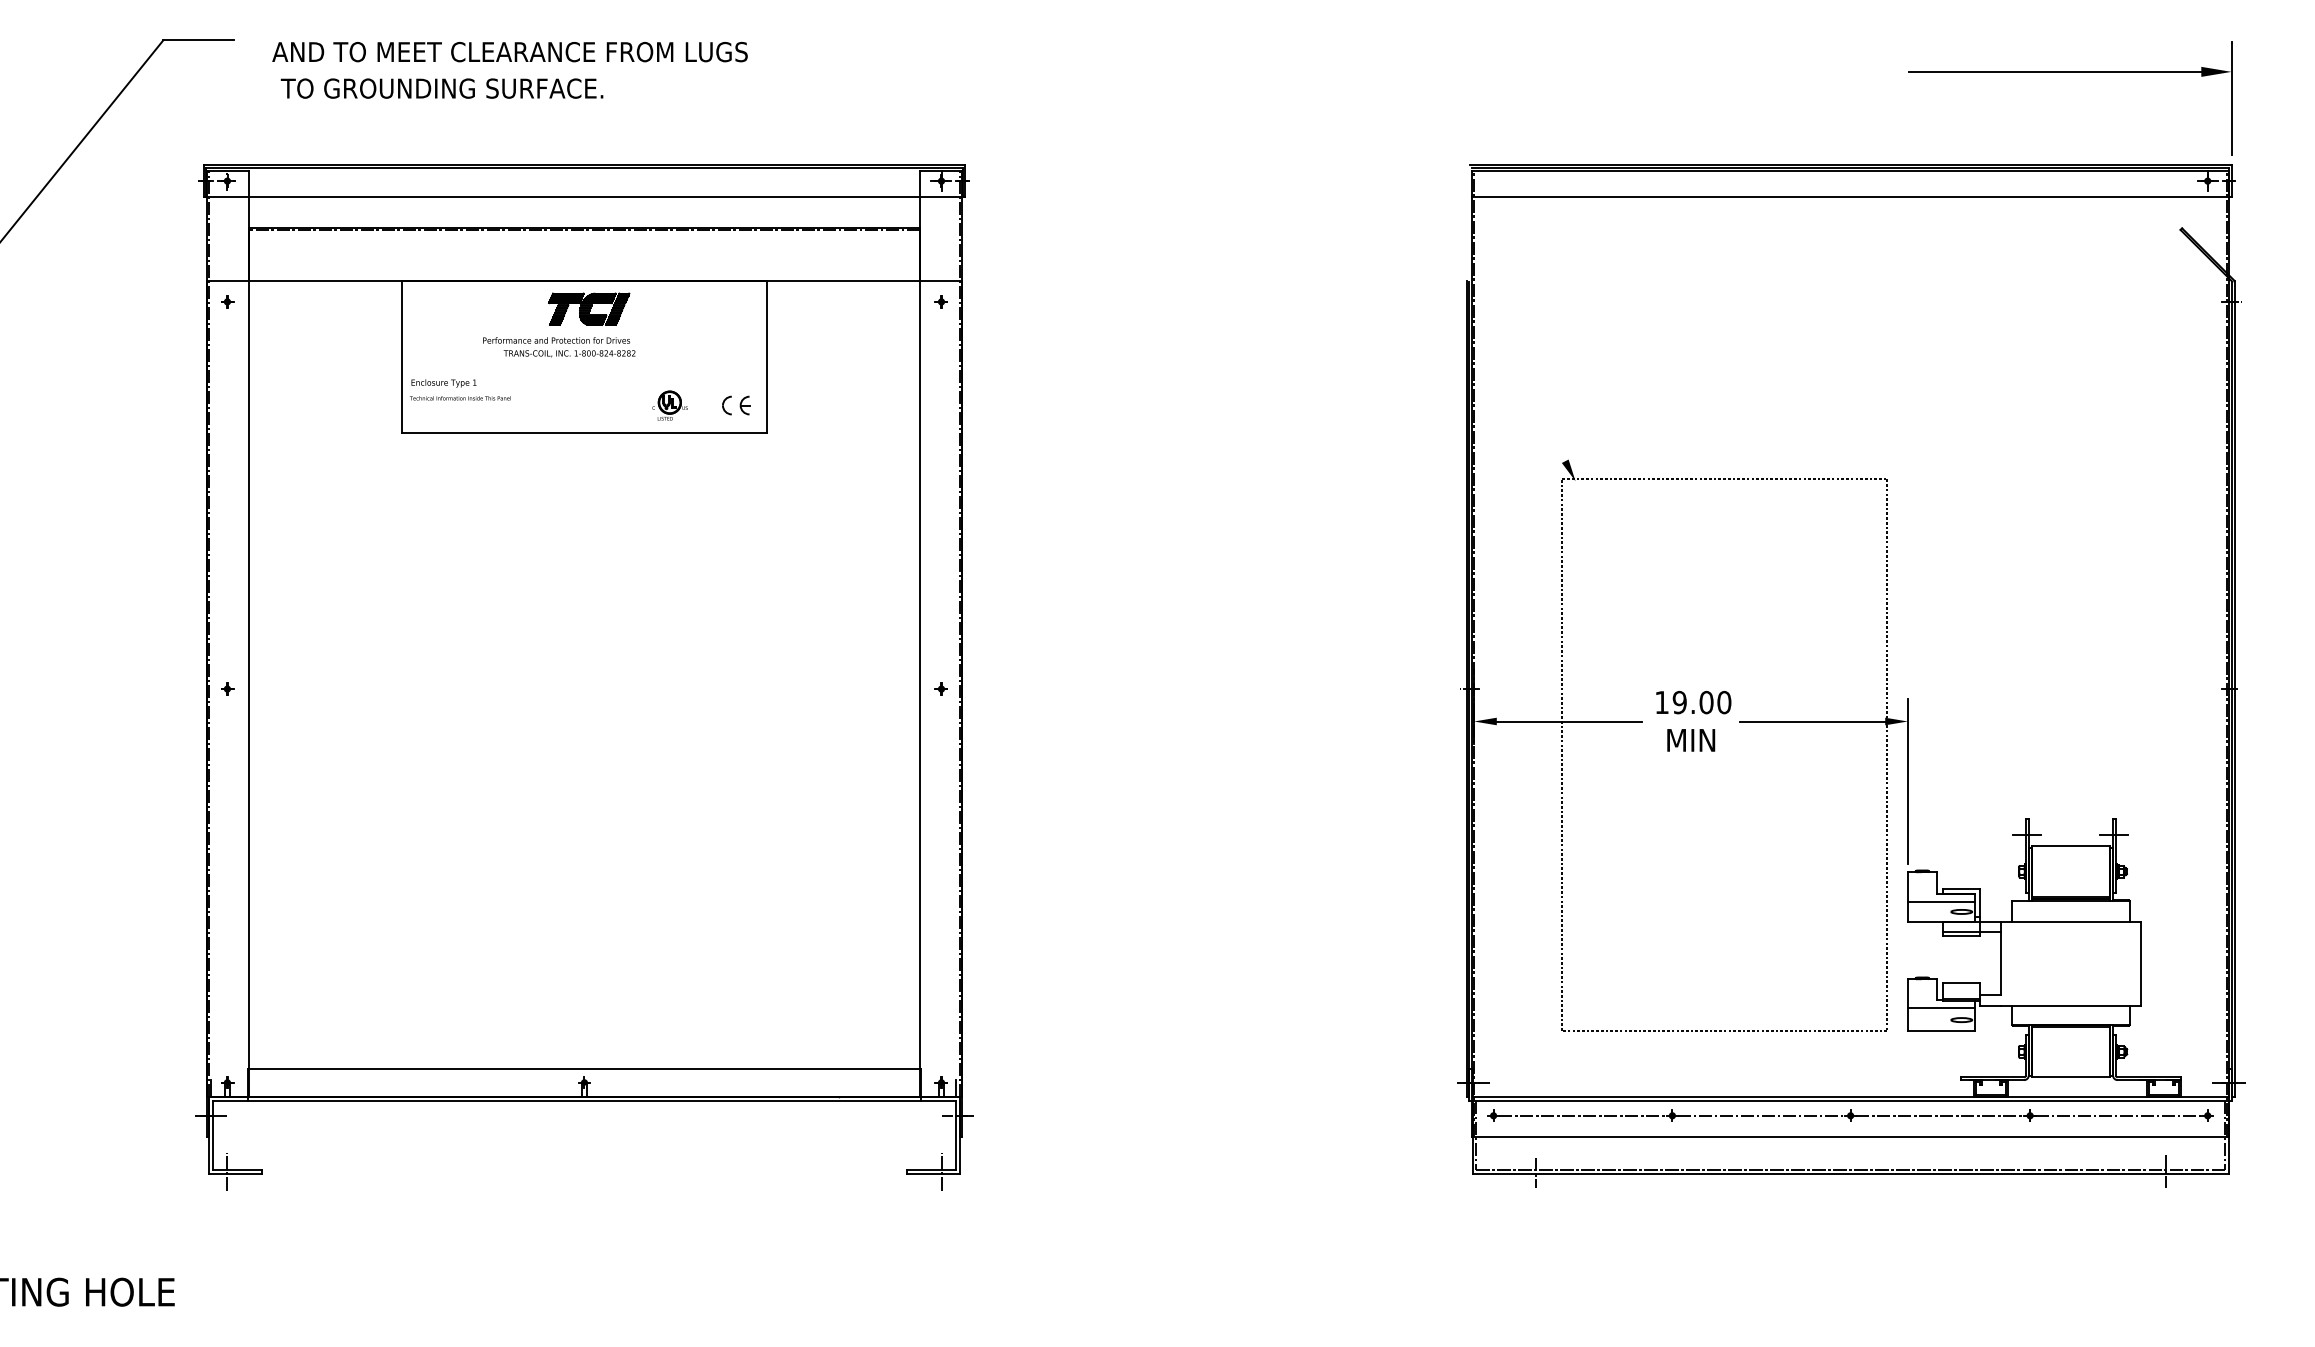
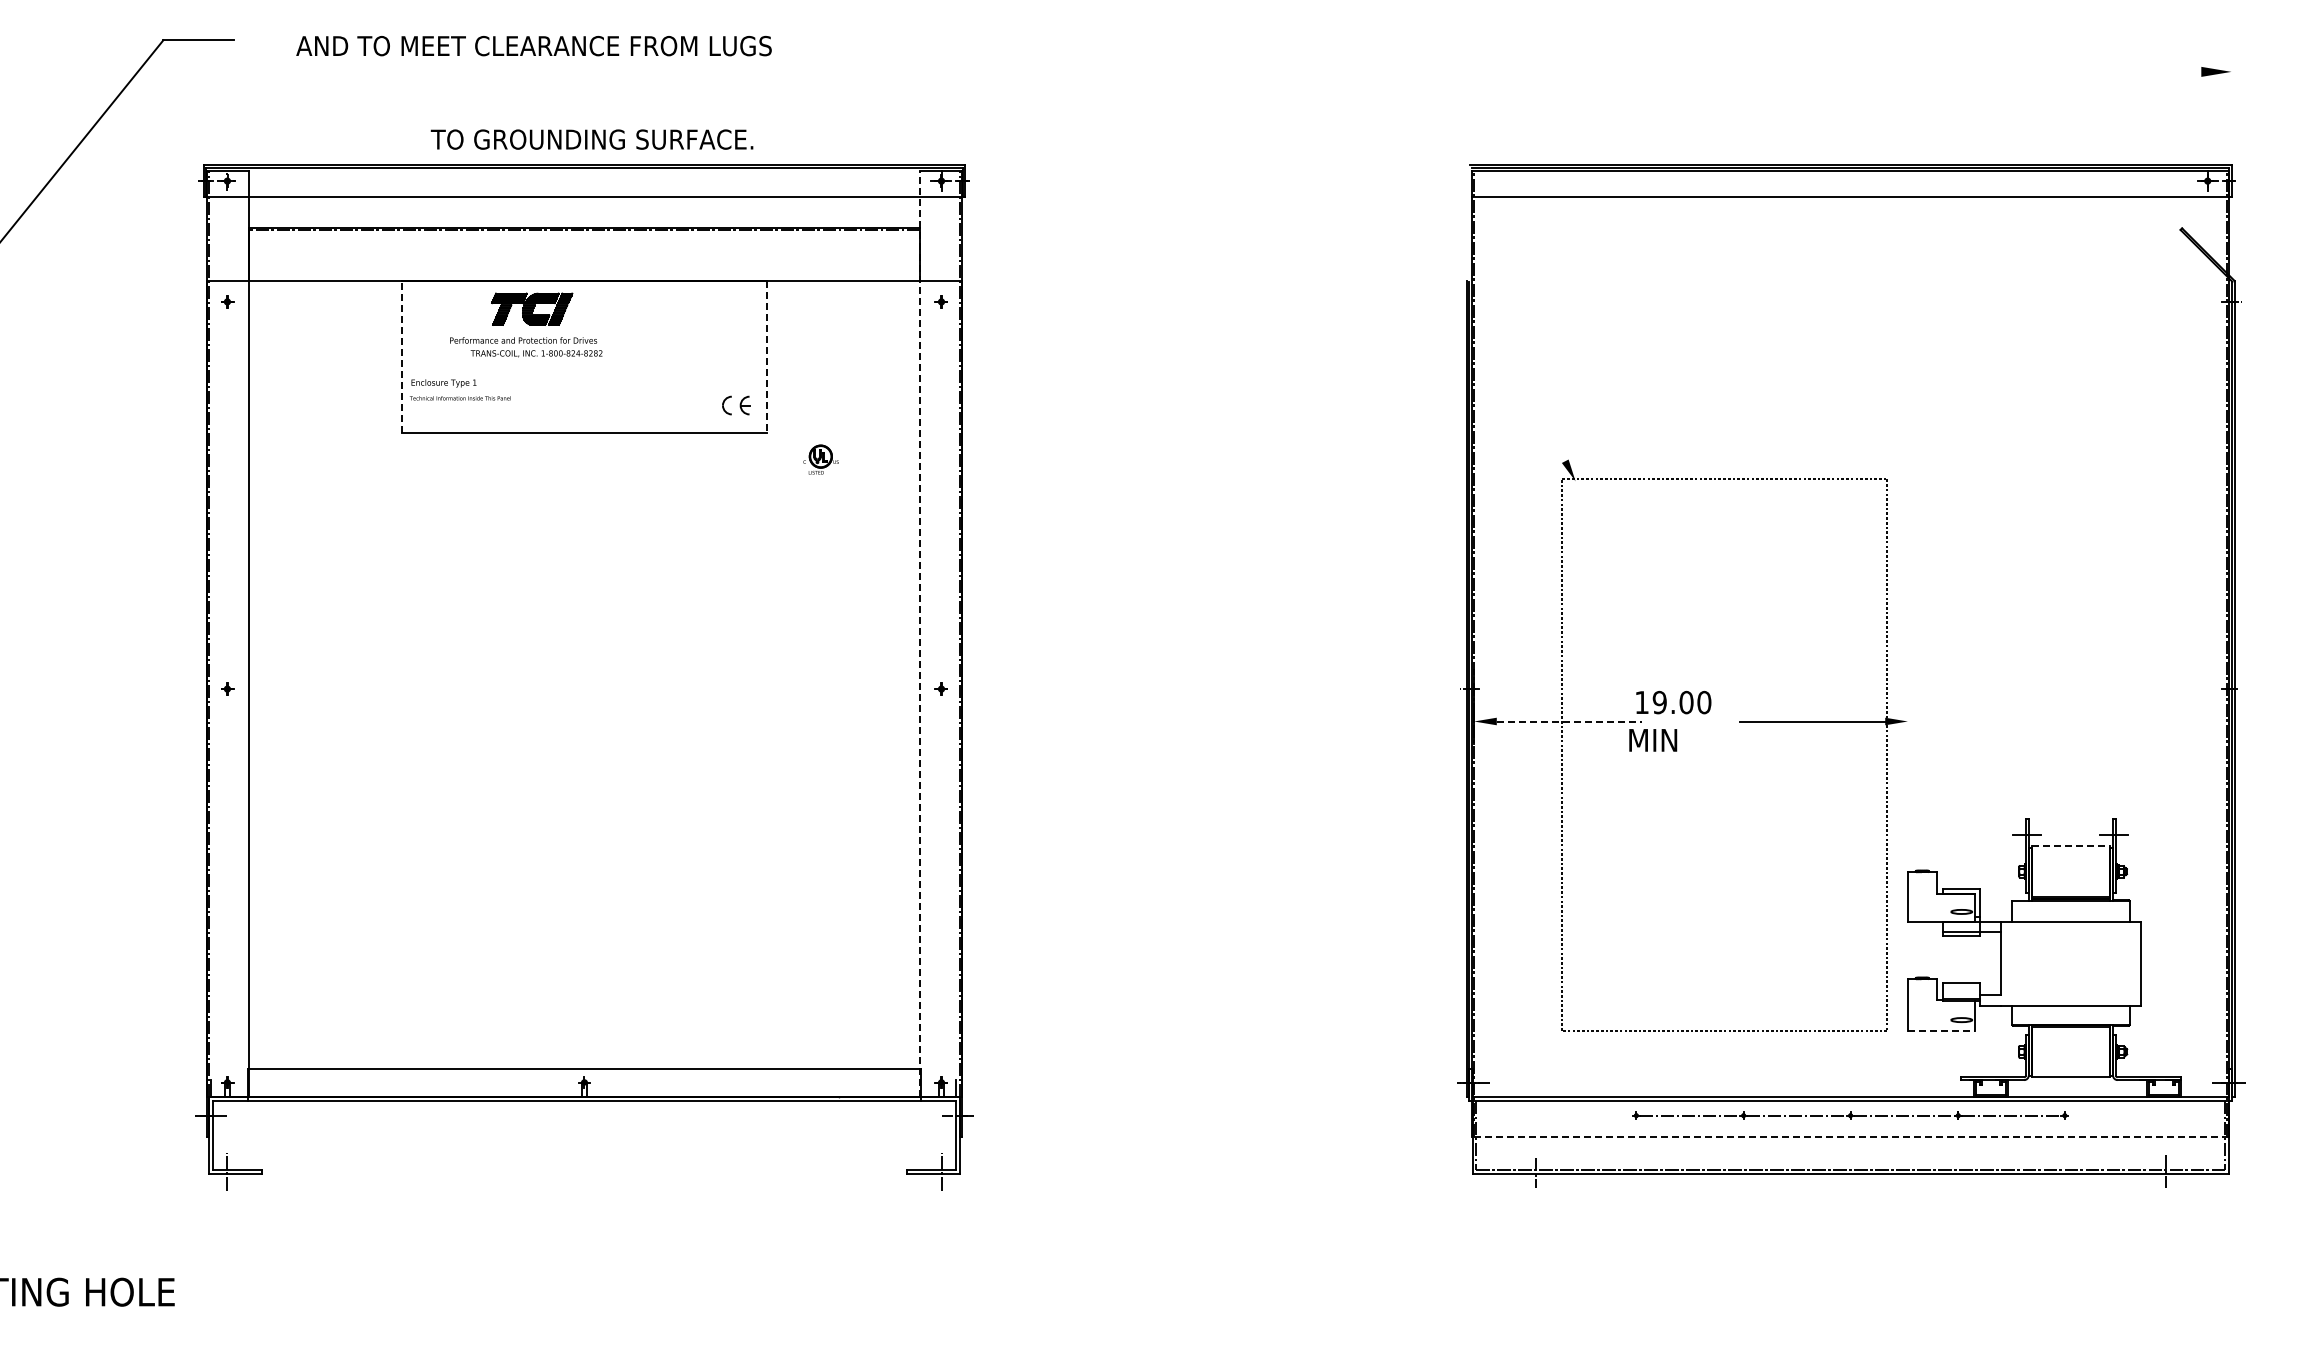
text at (509, 52) position: (509, 52) -> (533, 46)
line at (2054, 71): present -> none
text at (441, 88) position: (441, 88) -> (591, 139)
line at (2231, 97): present -> none
part at (589, 308) position: (589, 308) -> (532, 308)
text at (559, 347) position: (559, 347) -> (526, 347)
line at (402, 356): solid -> dashed
line at (766, 357): solid -> dashed
part at (669, 405) position: (669, 405) -> (820, 459)
line at (920, 633): solid -> dashed
text at (1693, 702) position: (1693, 702) -> (1673, 702)
line at (1569, 721): solid -> dashed
text at (1691, 740) position: (1691, 740) -> (1653, 740)
line at (1907, 780): present -> none
line at (2071, 846): solid -> dashed
line at (1940, 902): present -> none
line at (1940, 1008): present -> none
line at (1941, 1030): solid -> dashed
part at (1850, 1115) size: 727x13 px -> 437x9 px
line at (1850, 1136): solid -> dashed
